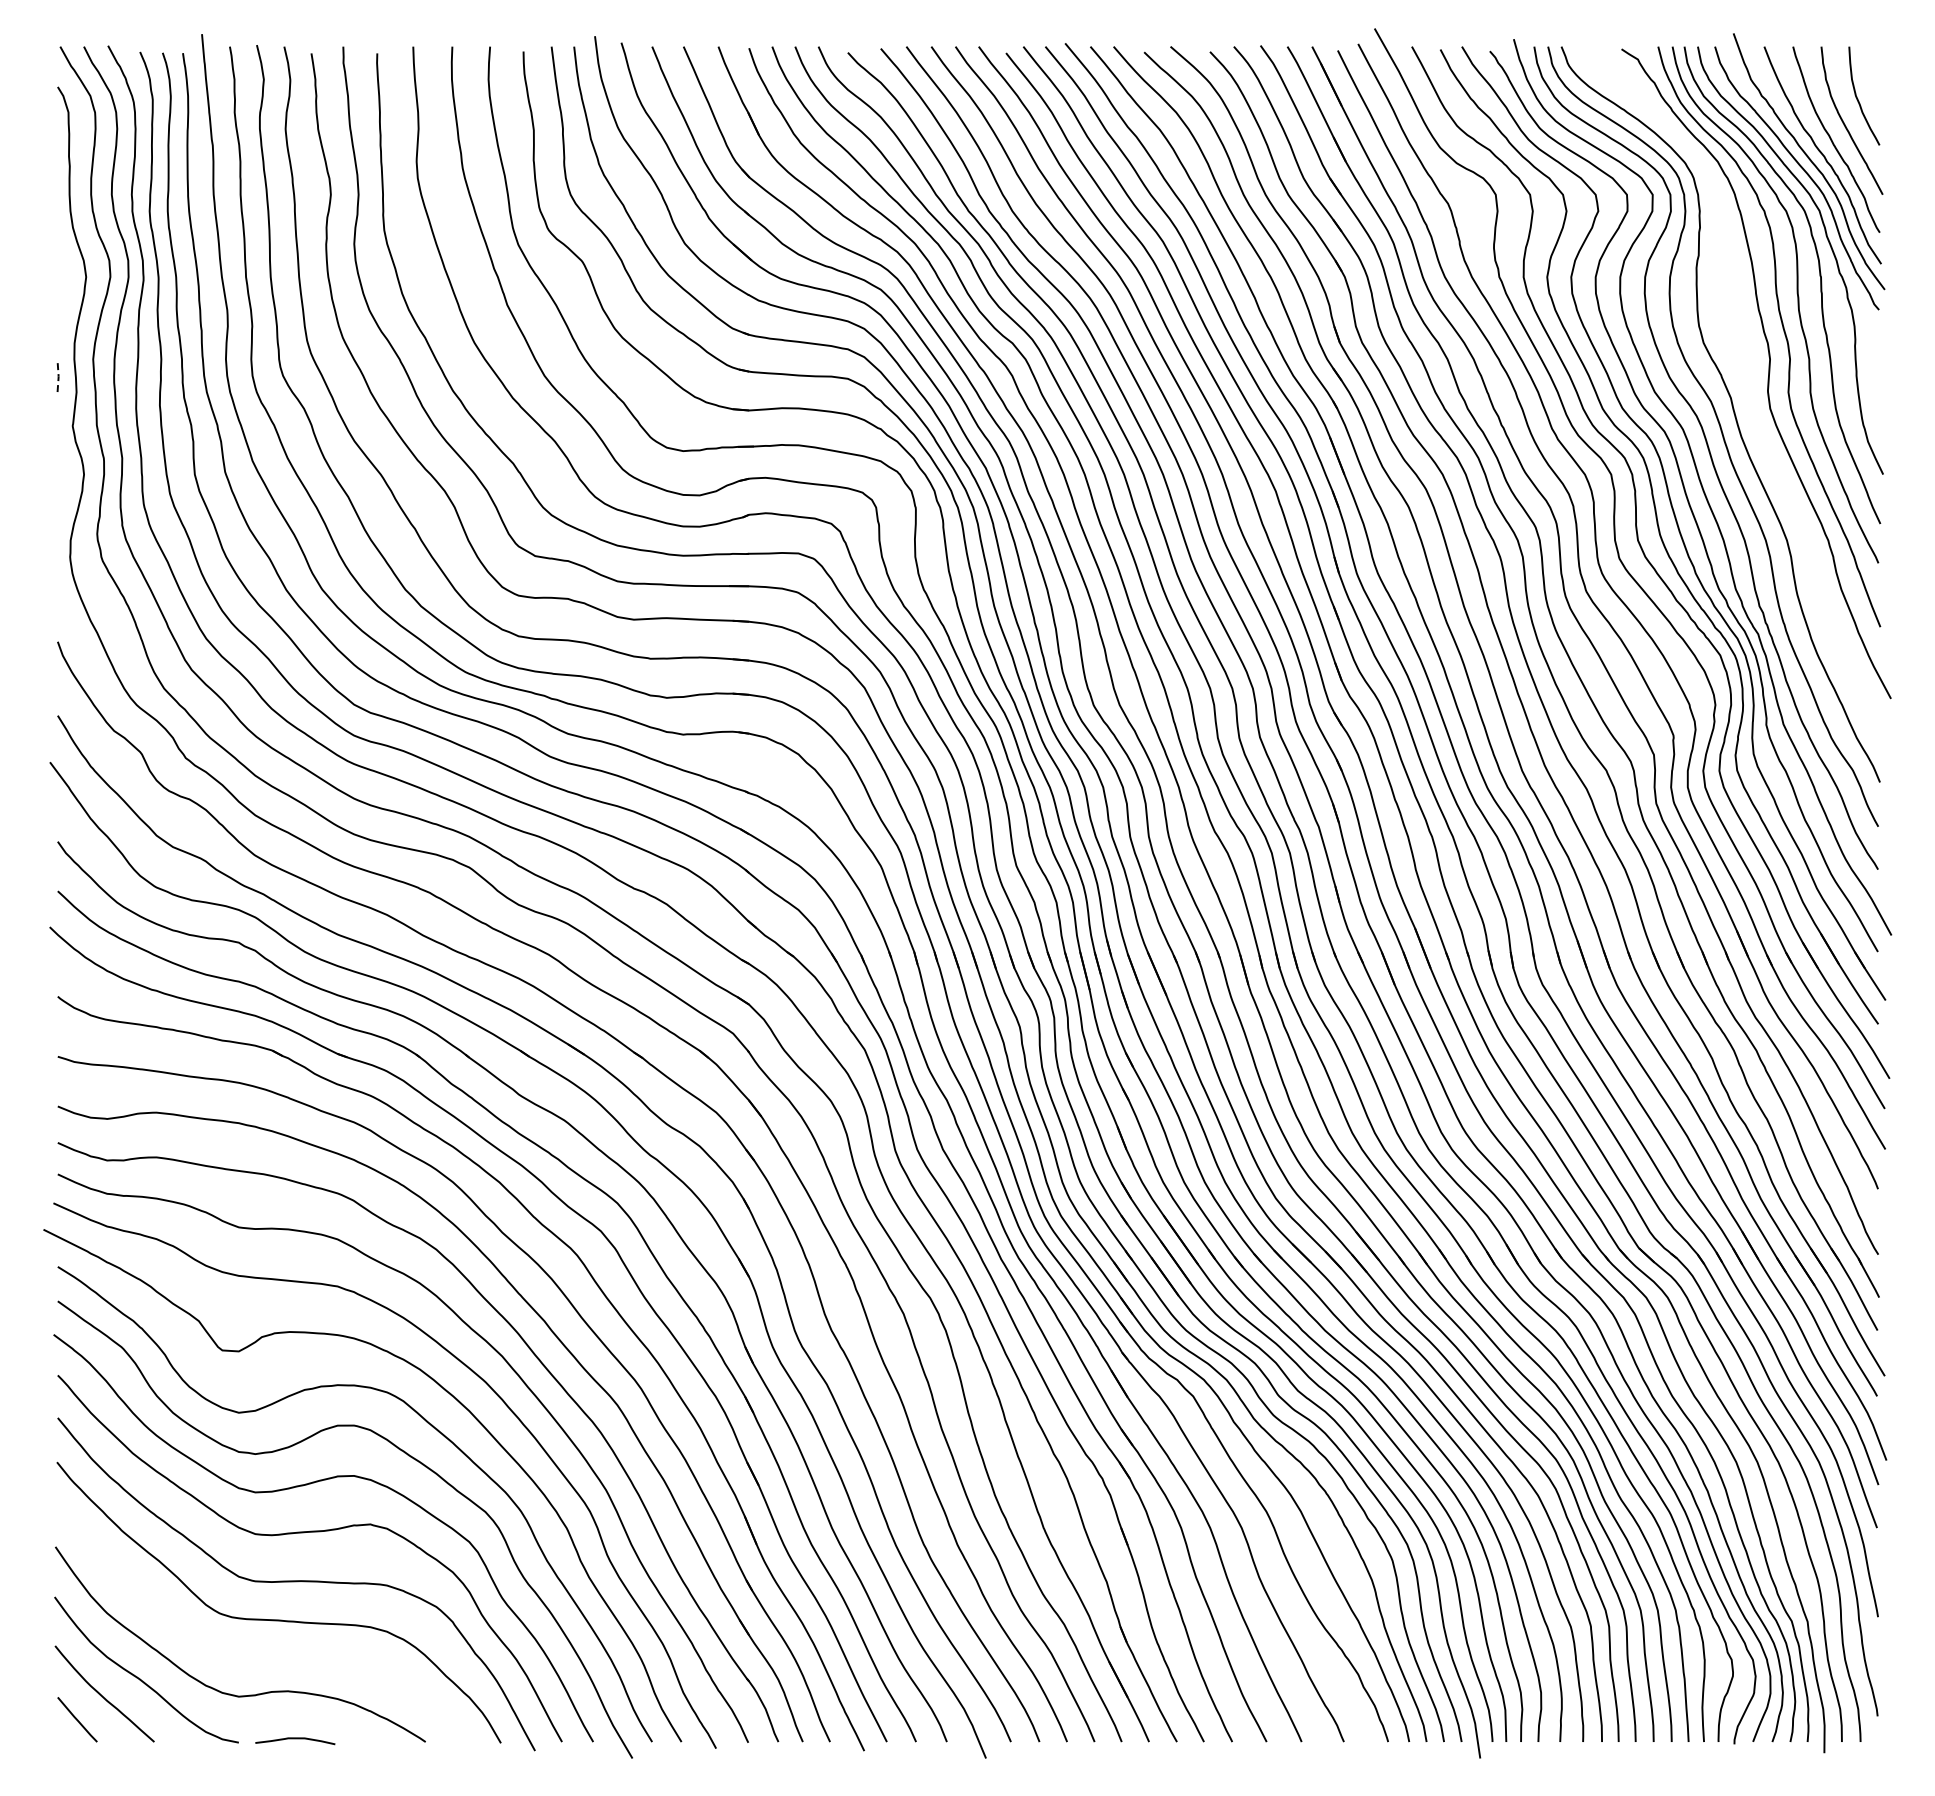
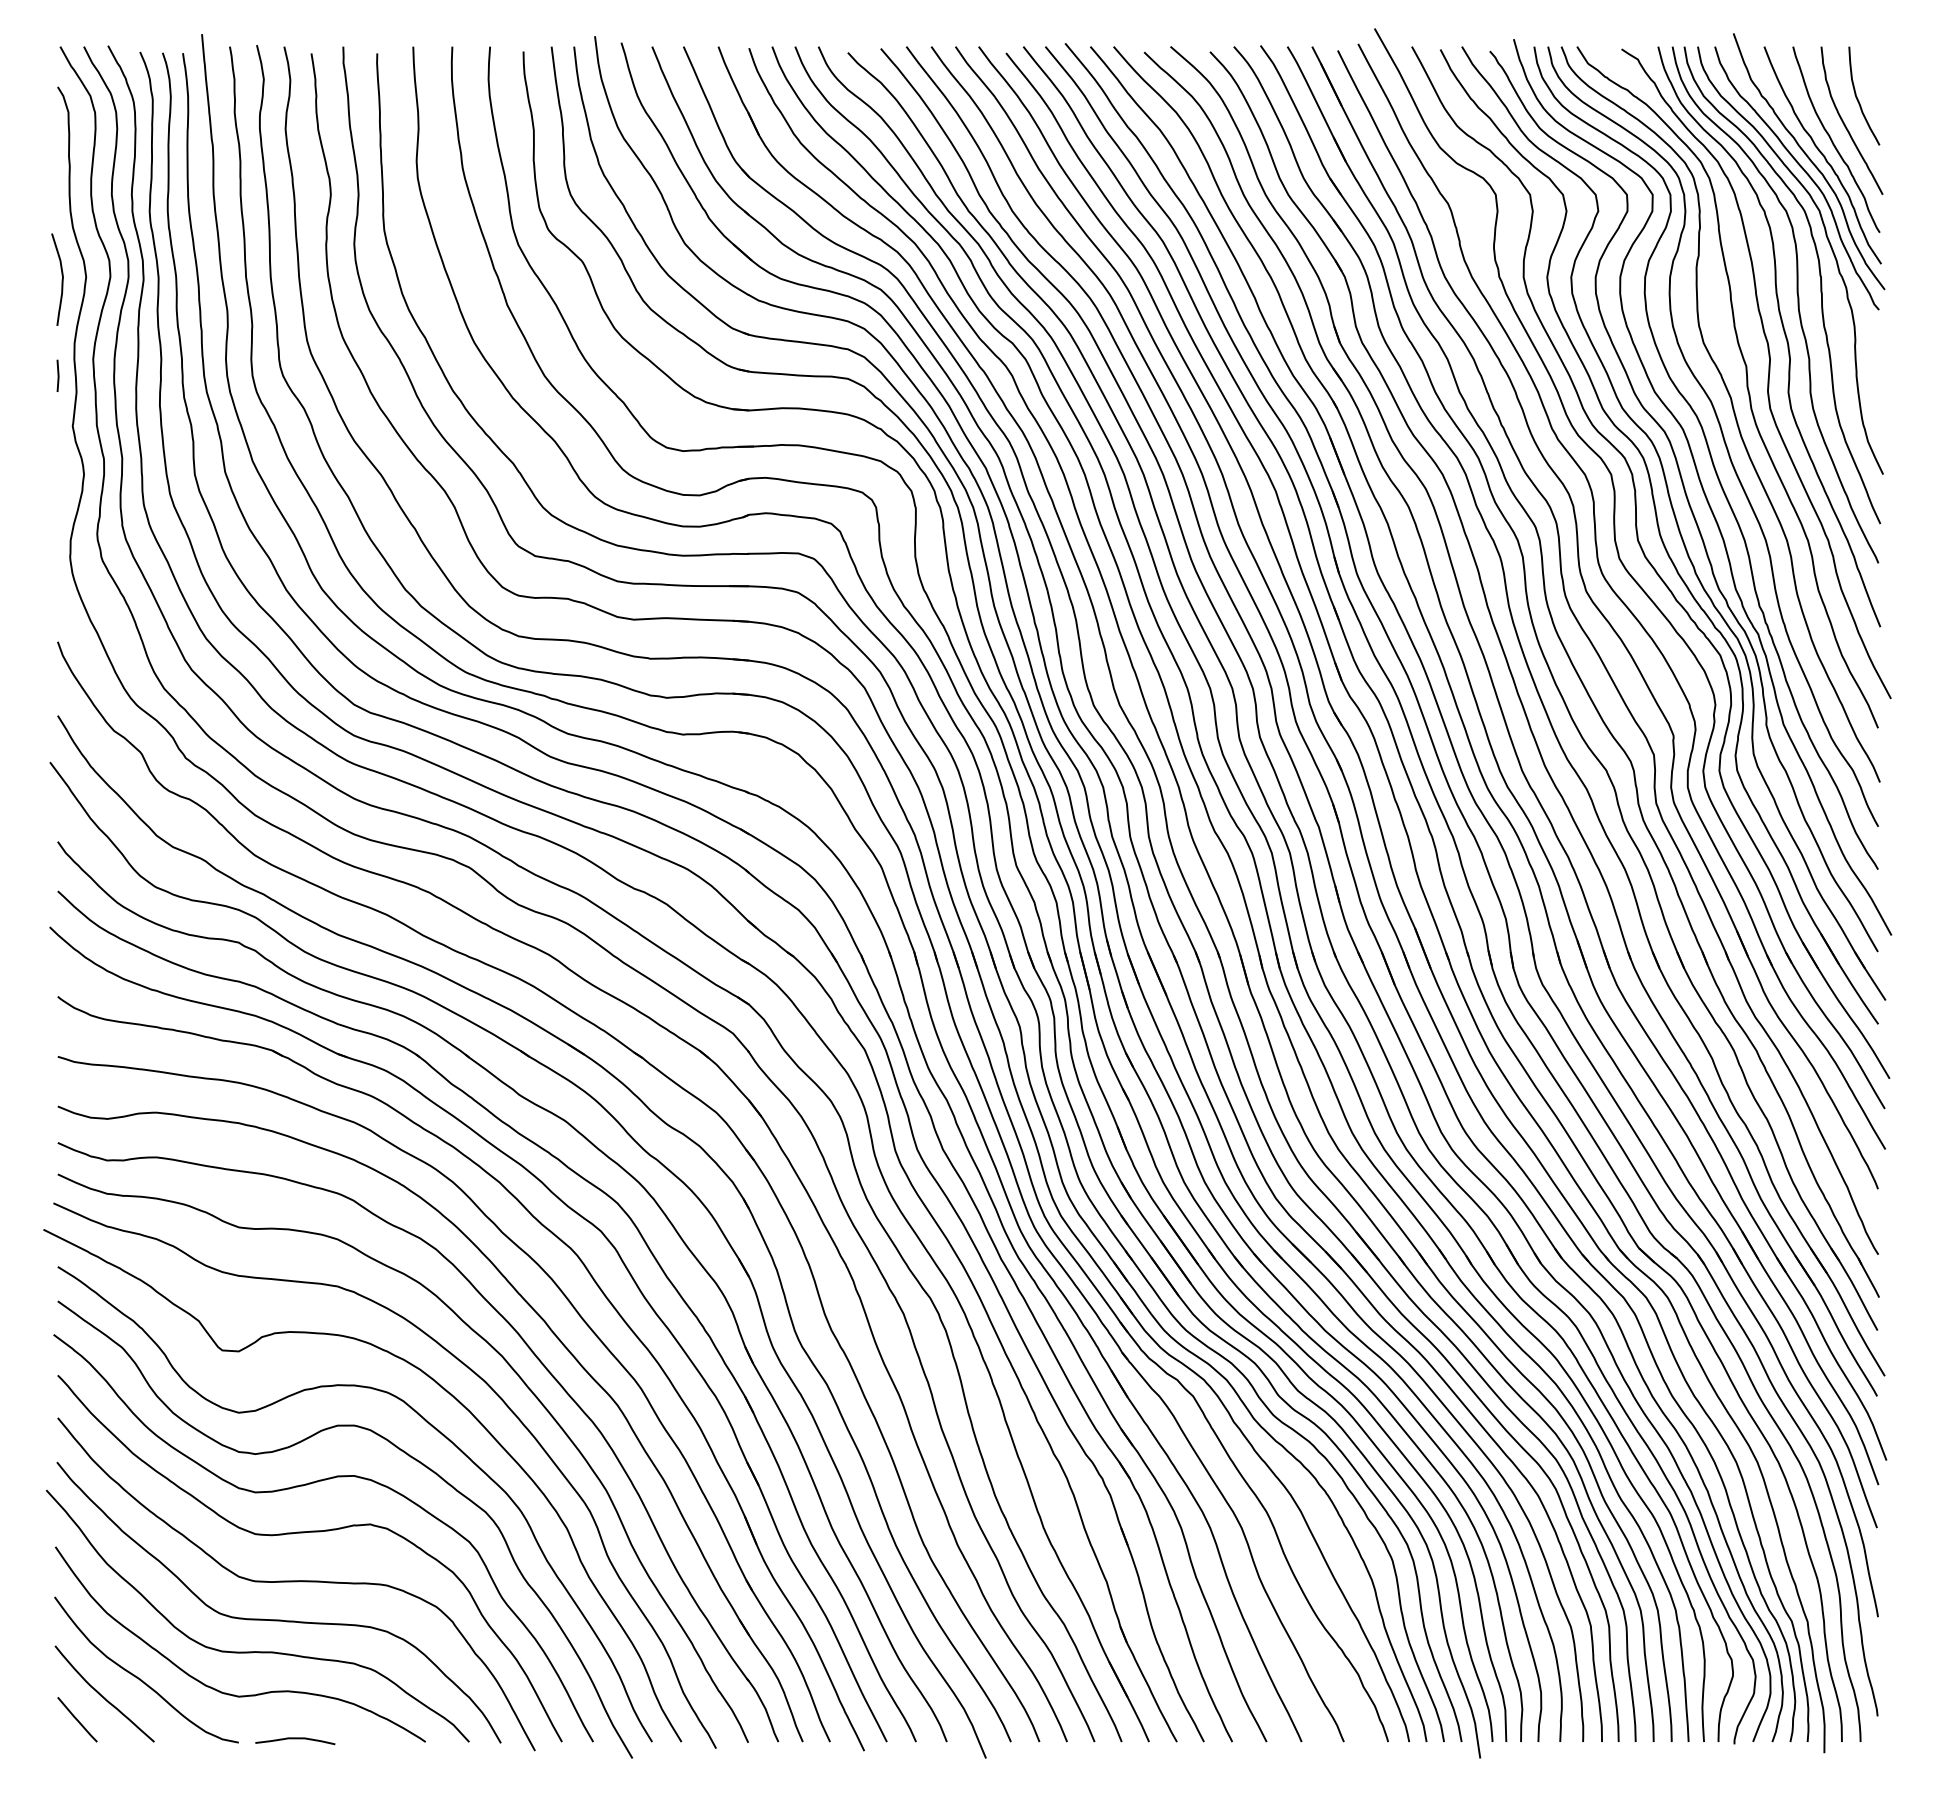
curve at (61, 279): none -> present
line at (58, 376): dashed -> solid
curve at (1746, 387): none -> present
curve at (257, 1651): none -> present
